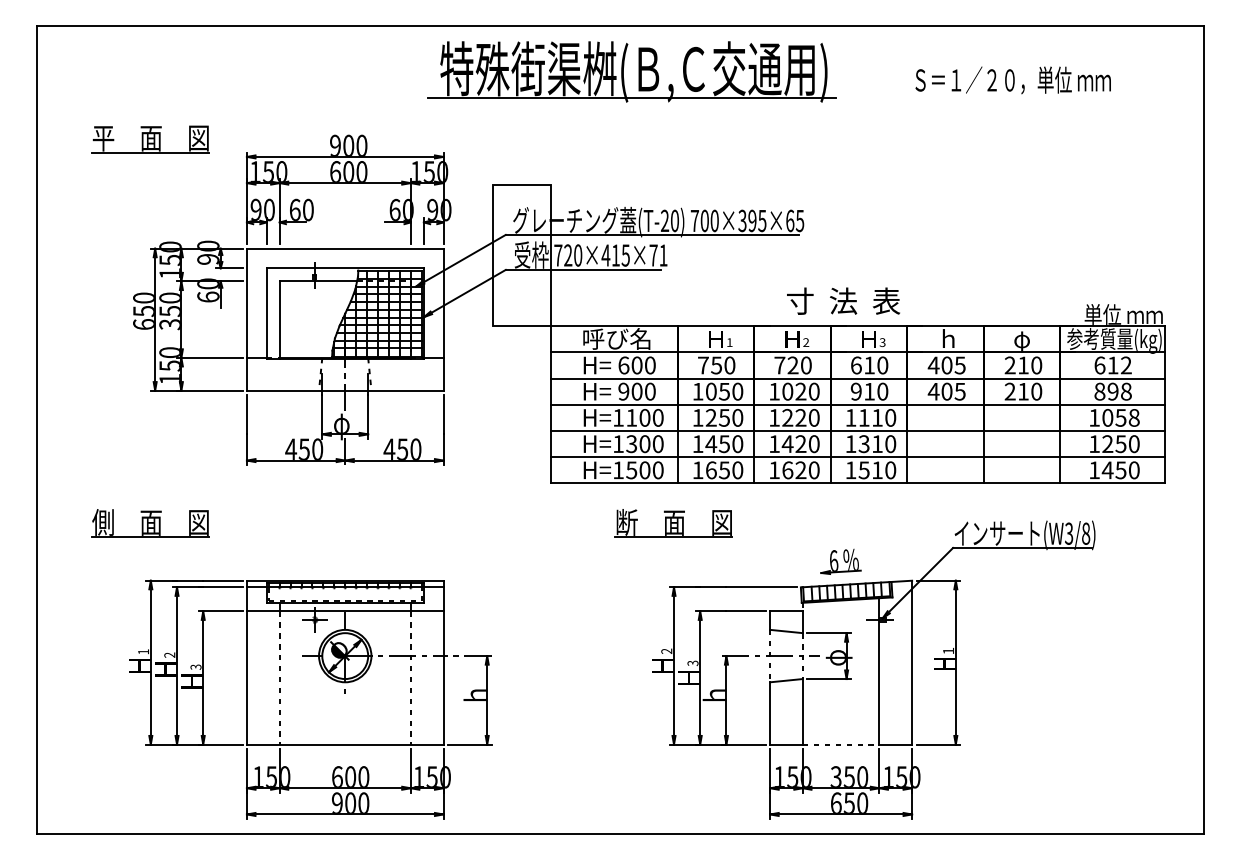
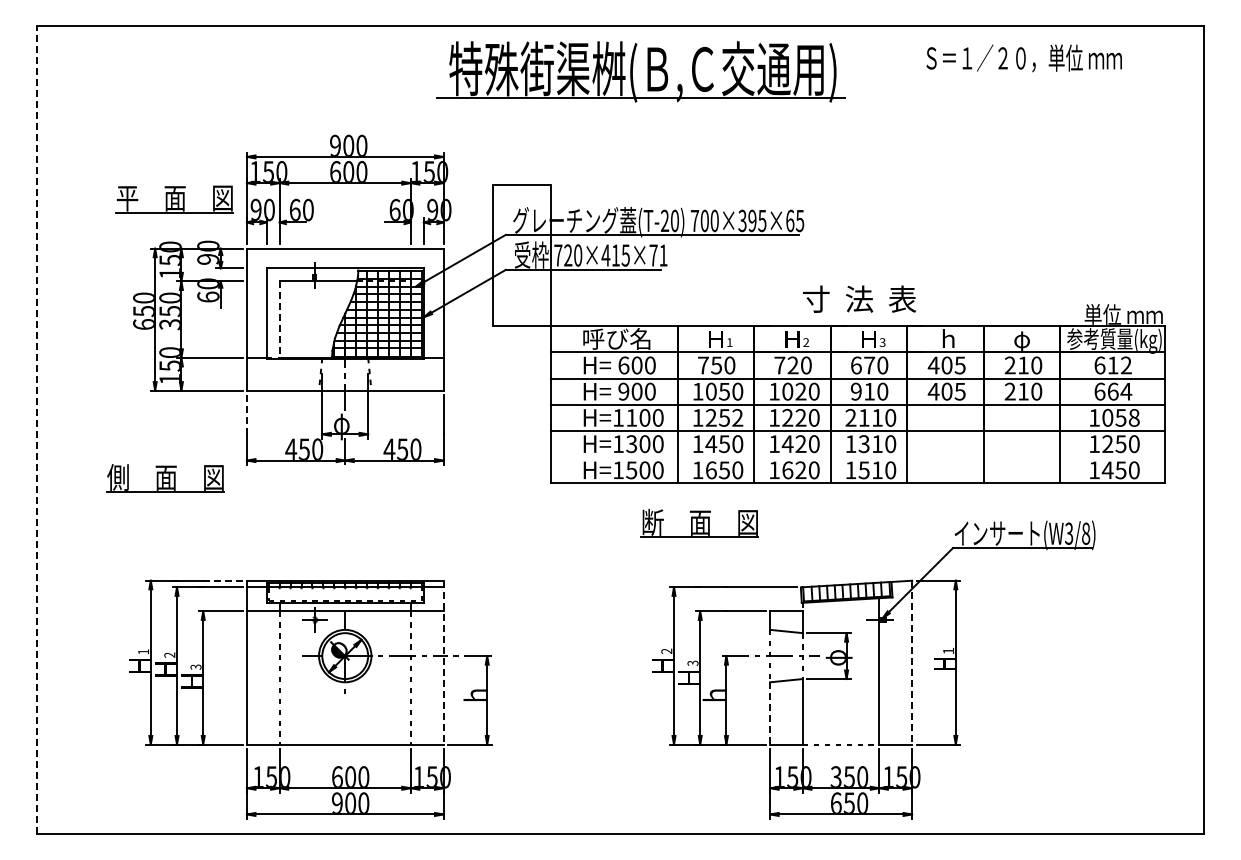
part at (638, 71) position: (638, 71) -> (647, 71)
text at (1012, 80) position: (1012, 80) -> (1023, 58)
part at (150, 139) position: (150, 139) -> (174, 199)
text at (843, 300) position: (843, 300) -> (859, 298)
line at (279, 320): solid -> dashed
text at (869, 365): 610 -> 670
text at (1113, 391): 898 -> 664
line at (246, 414): solid -> dashed
text at (737, 417): 1250 -> 1252
text at (850, 417): 1110 -> 2110
line at (37, 429): solid -> dashed
line at (857, 457): present -> none
part at (150, 523) position: (150, 523) -> (165, 478)
part at (673, 523) position: (673, 523) -> (699, 523)
part at (840, 561): present -> none
line at (222, 580): solid -> dashed
line at (443, 662): solid -> dashed
line at (912, 662): solid -> dashed
line at (770, 713): solid -> dashed
